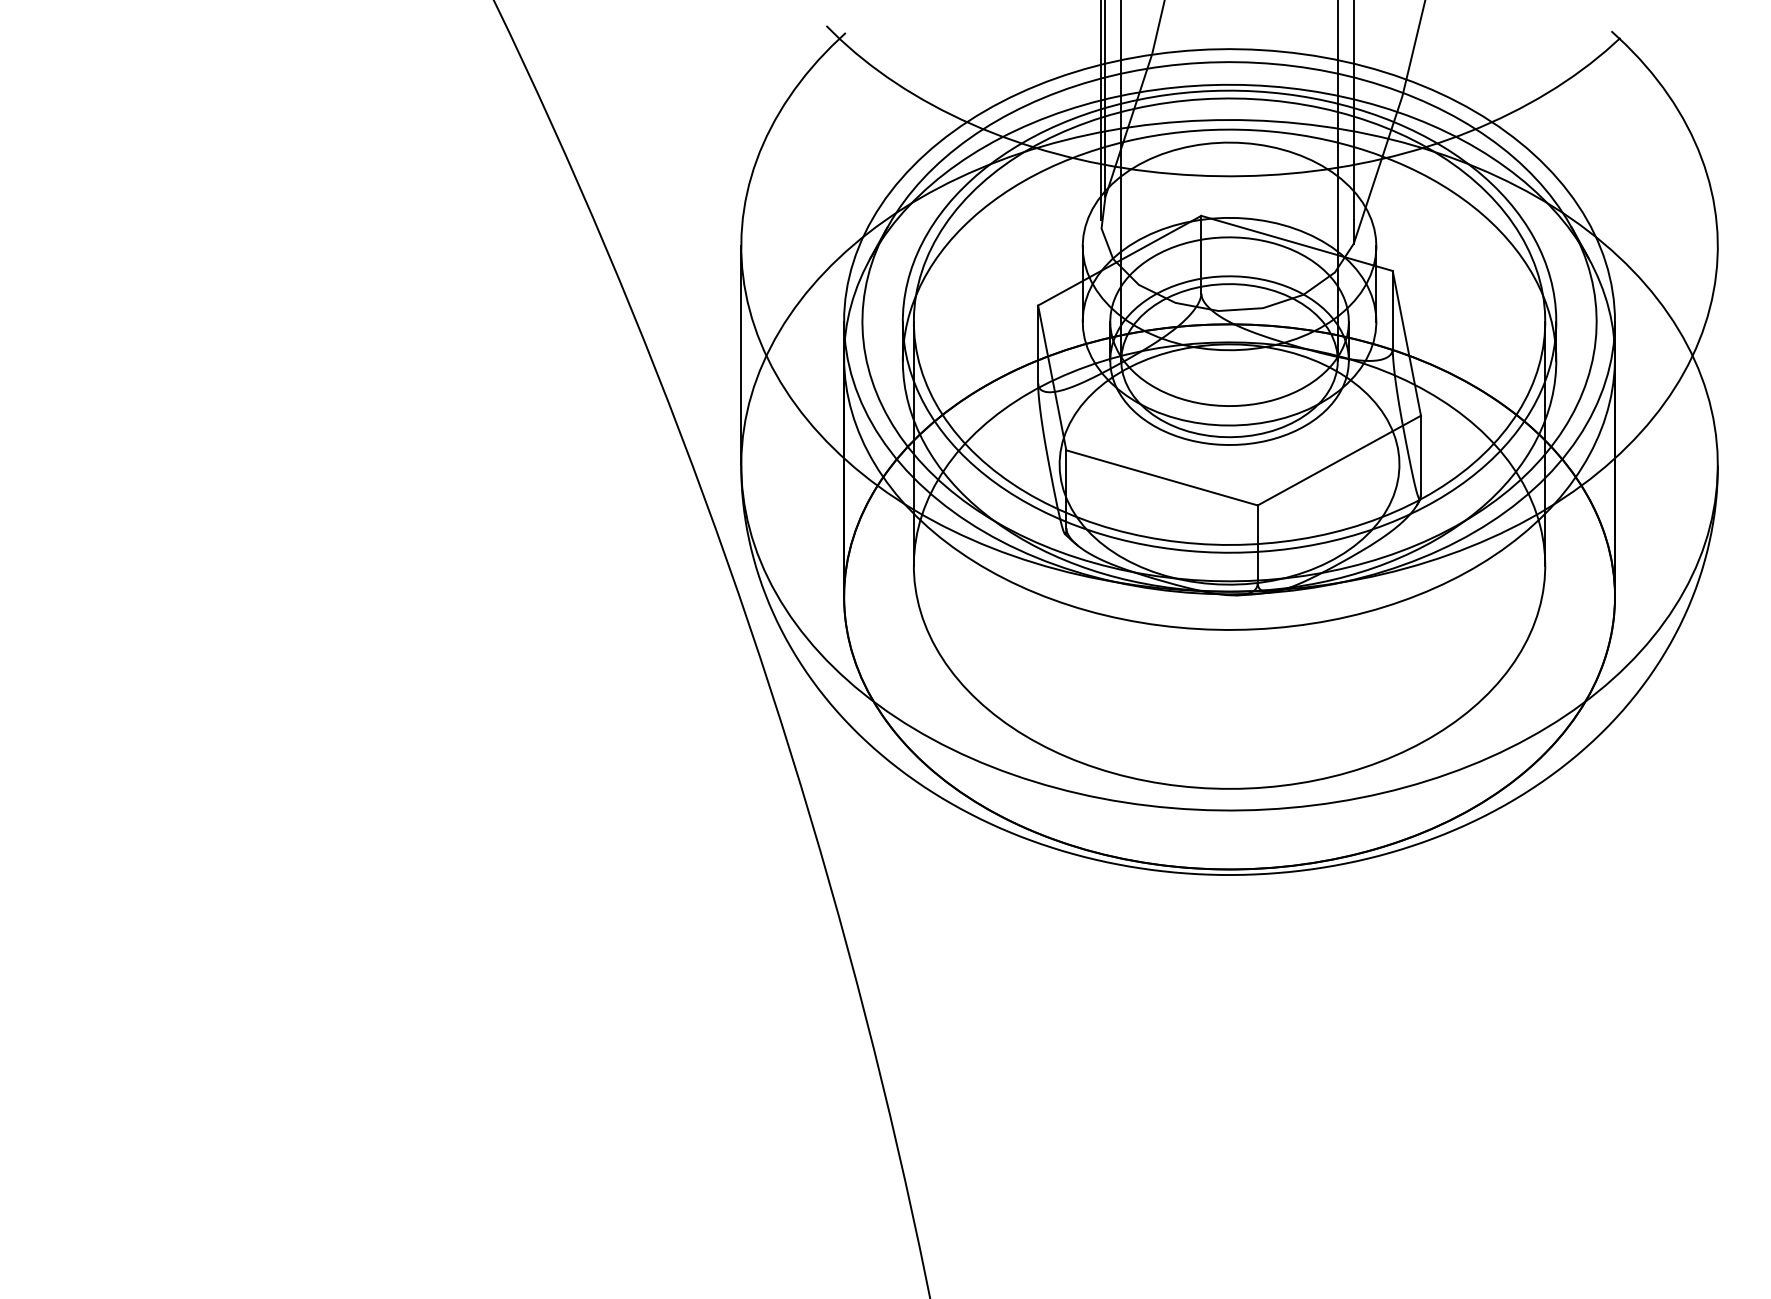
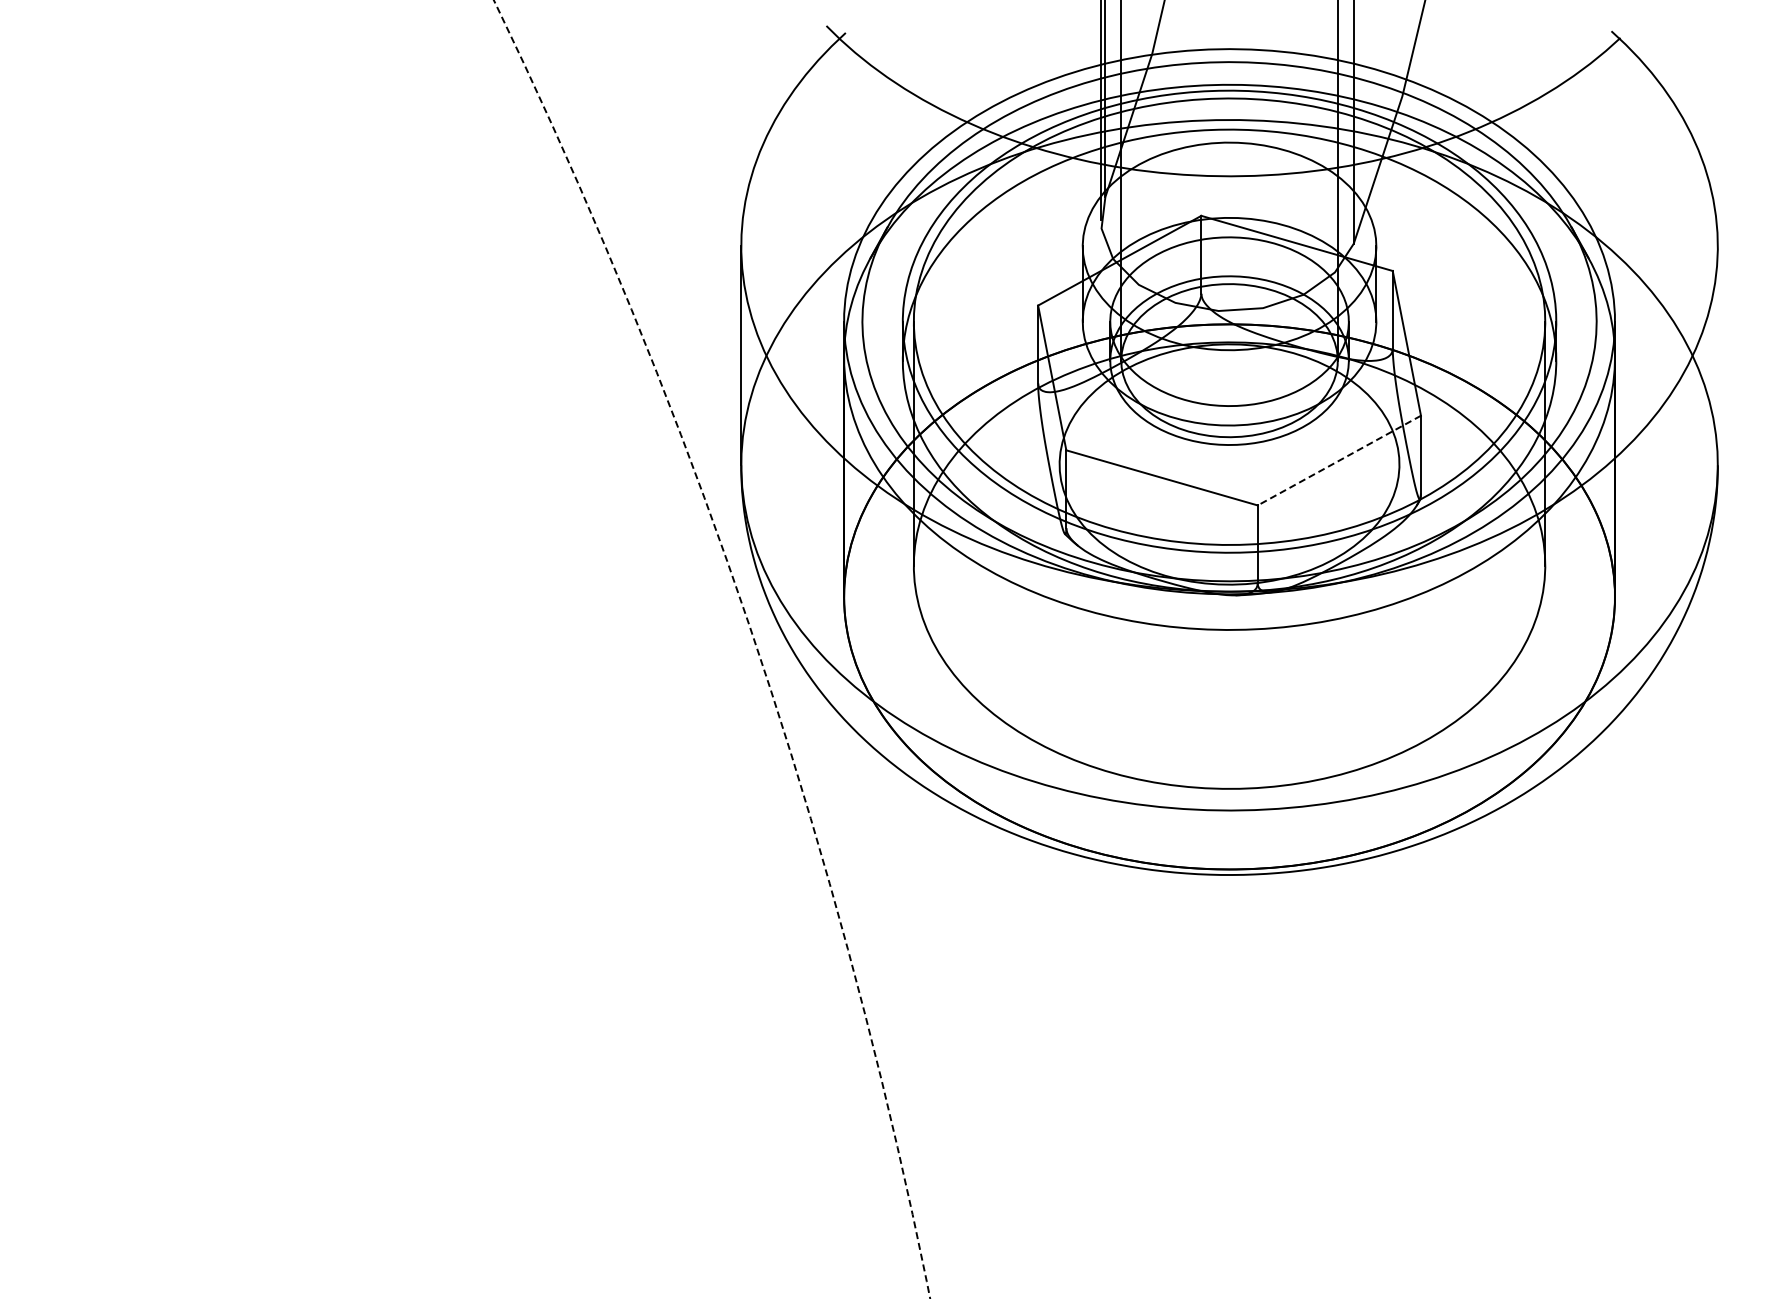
line at (1338, 460): solid -> dashed
circle at (711, 649): solid -> dashed
